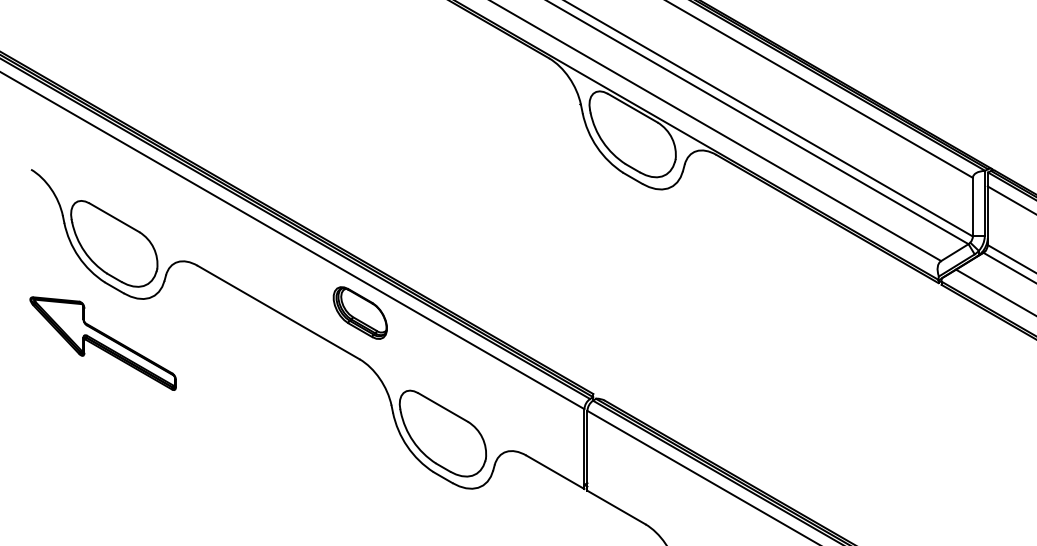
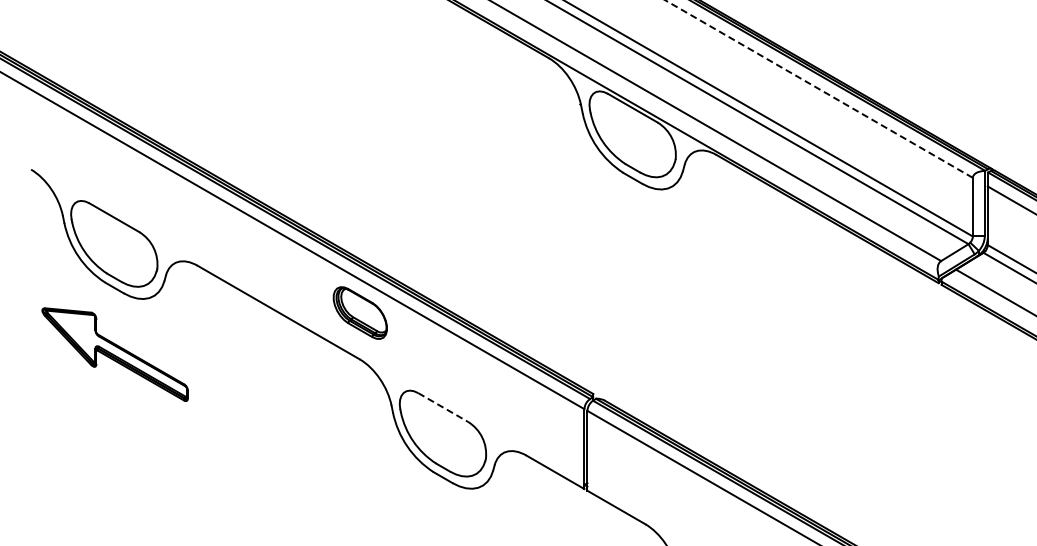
line at (818, 88): solid -> dashed
part at (102, 343) position: (102, 343) -> (114, 354)
line at (443, 407): solid -> dashed
